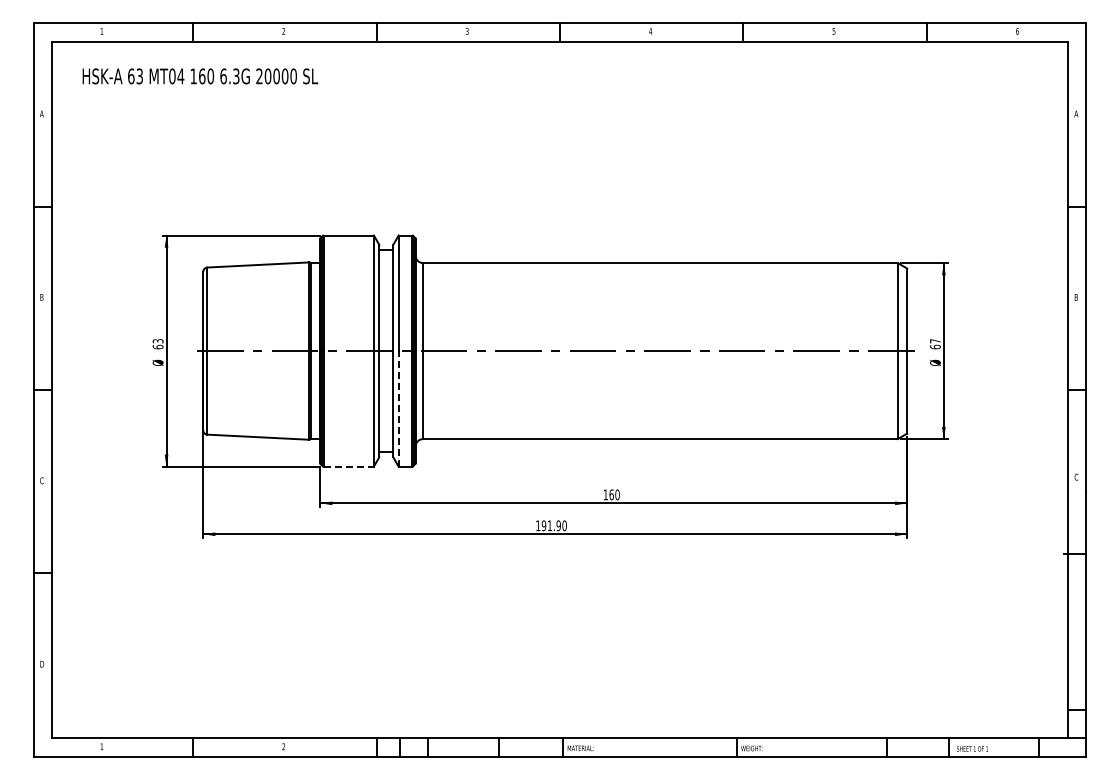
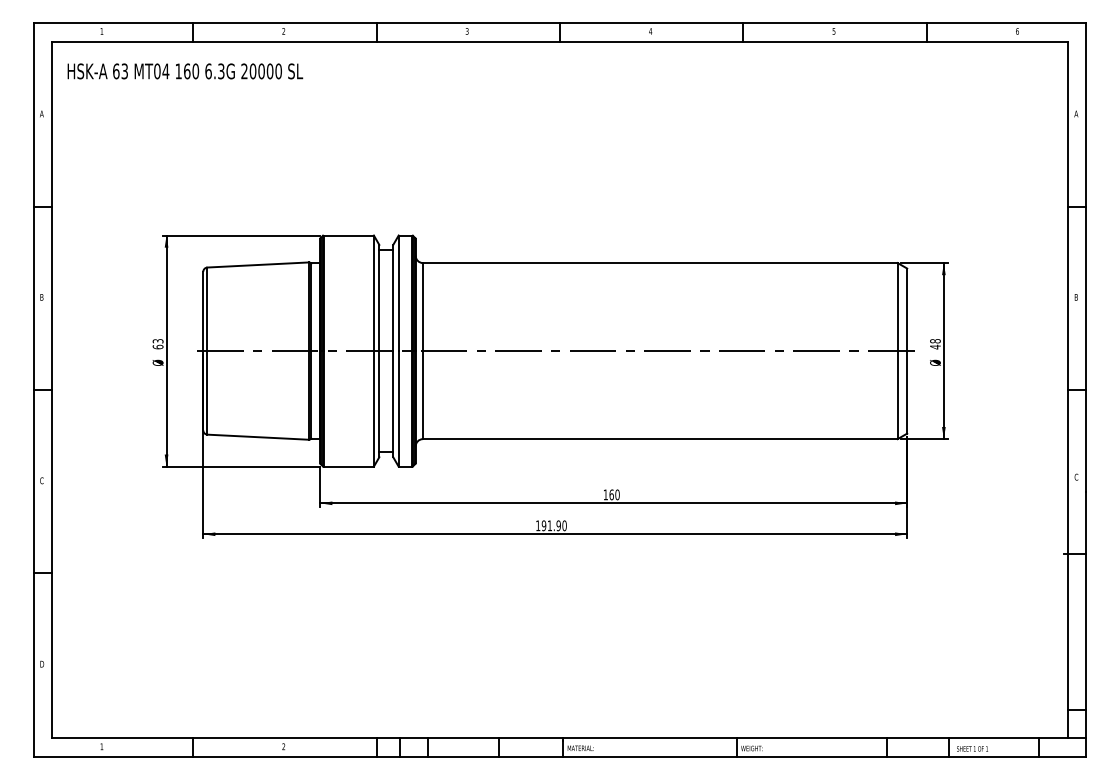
text at (200, 76) position: (200, 76) -> (185, 71)
text at (935, 344): 67 -> 48
line at (398, 408): dashed -> solid
line at (349, 466): dashed -> solid
